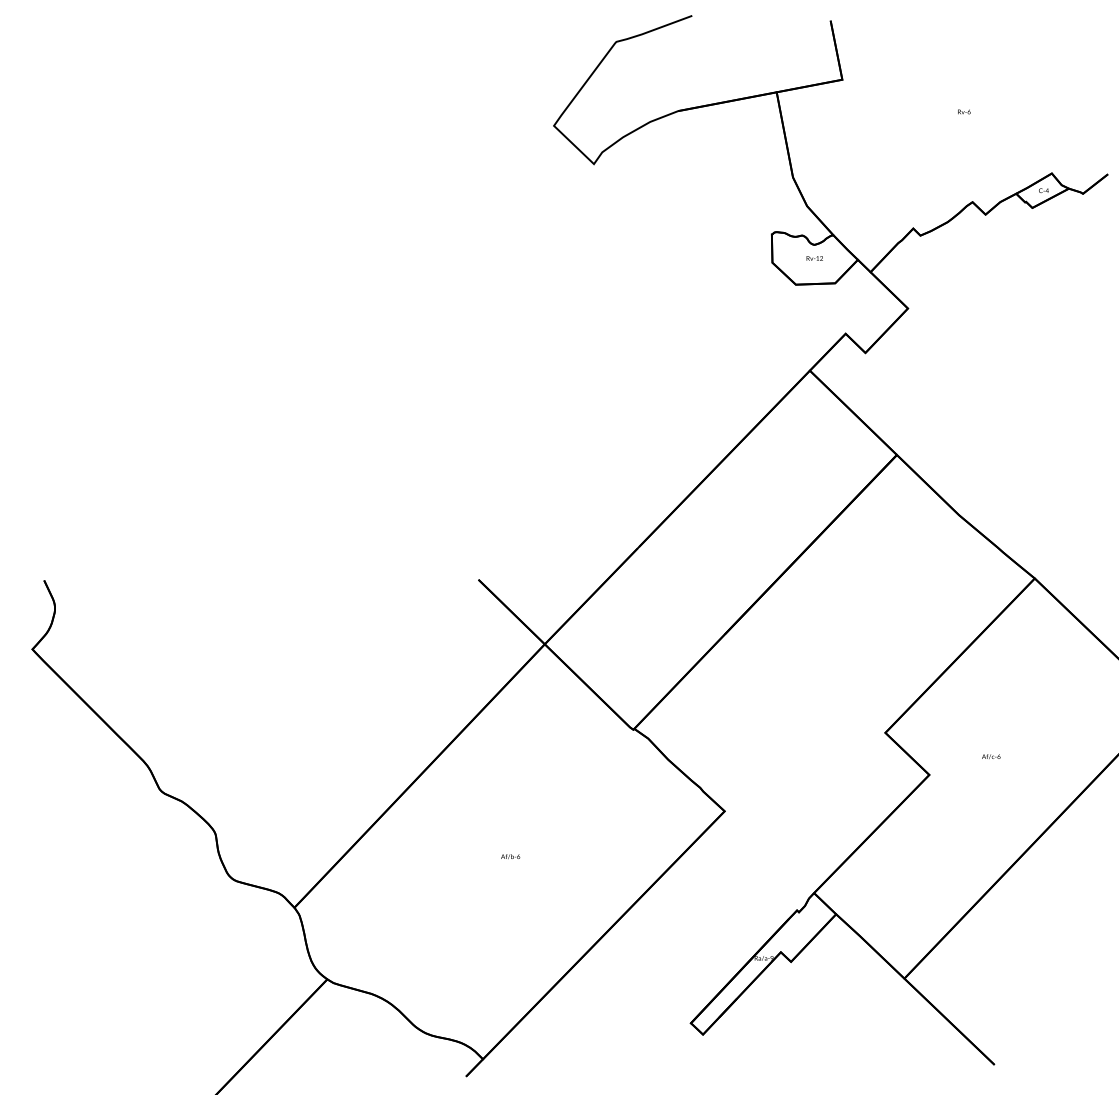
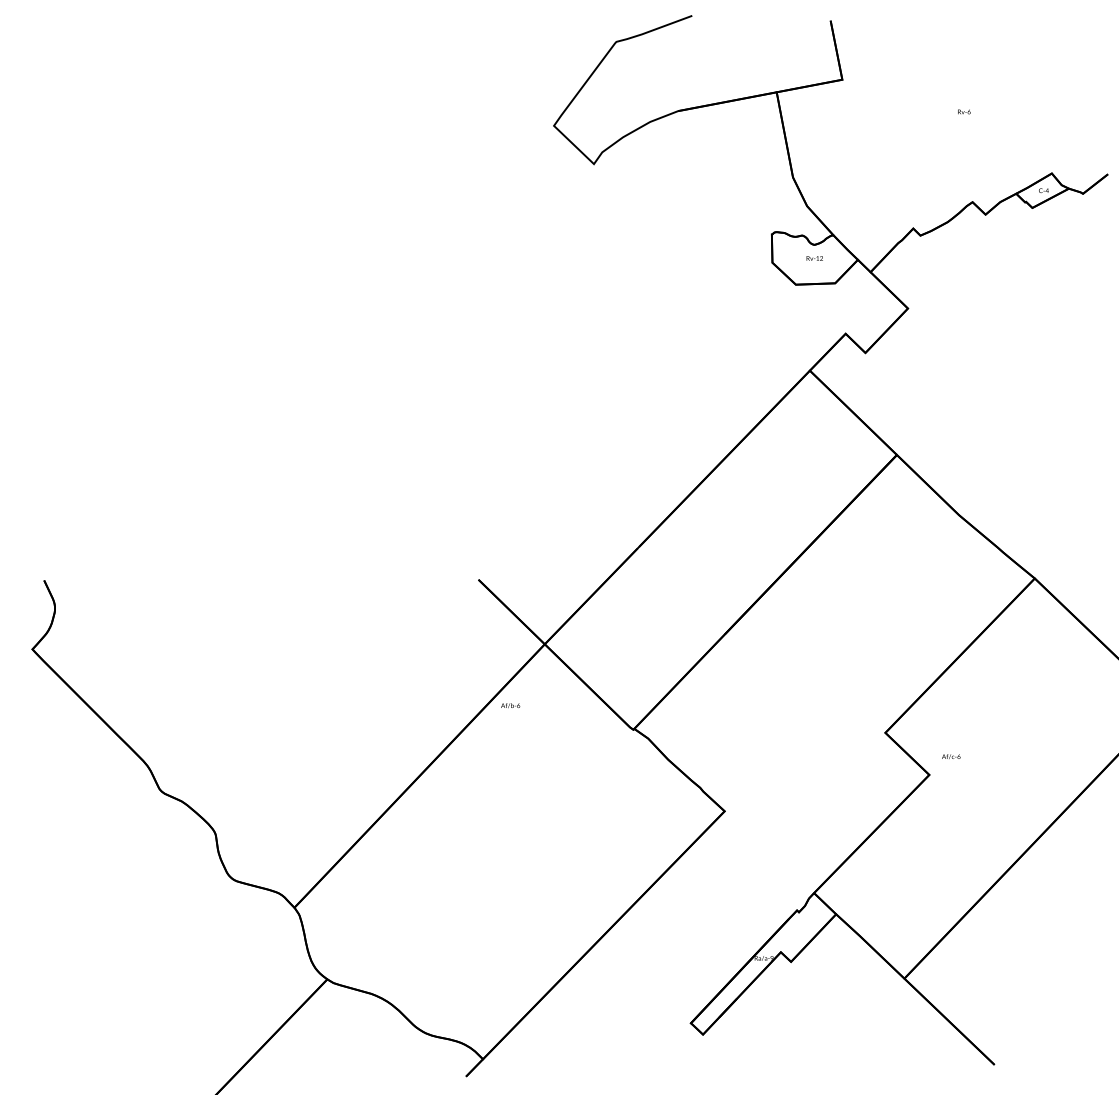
text at (991, 756) position: (991, 756) -> (951, 756)
text at (510, 856) position: (510, 856) -> (510, 705)
